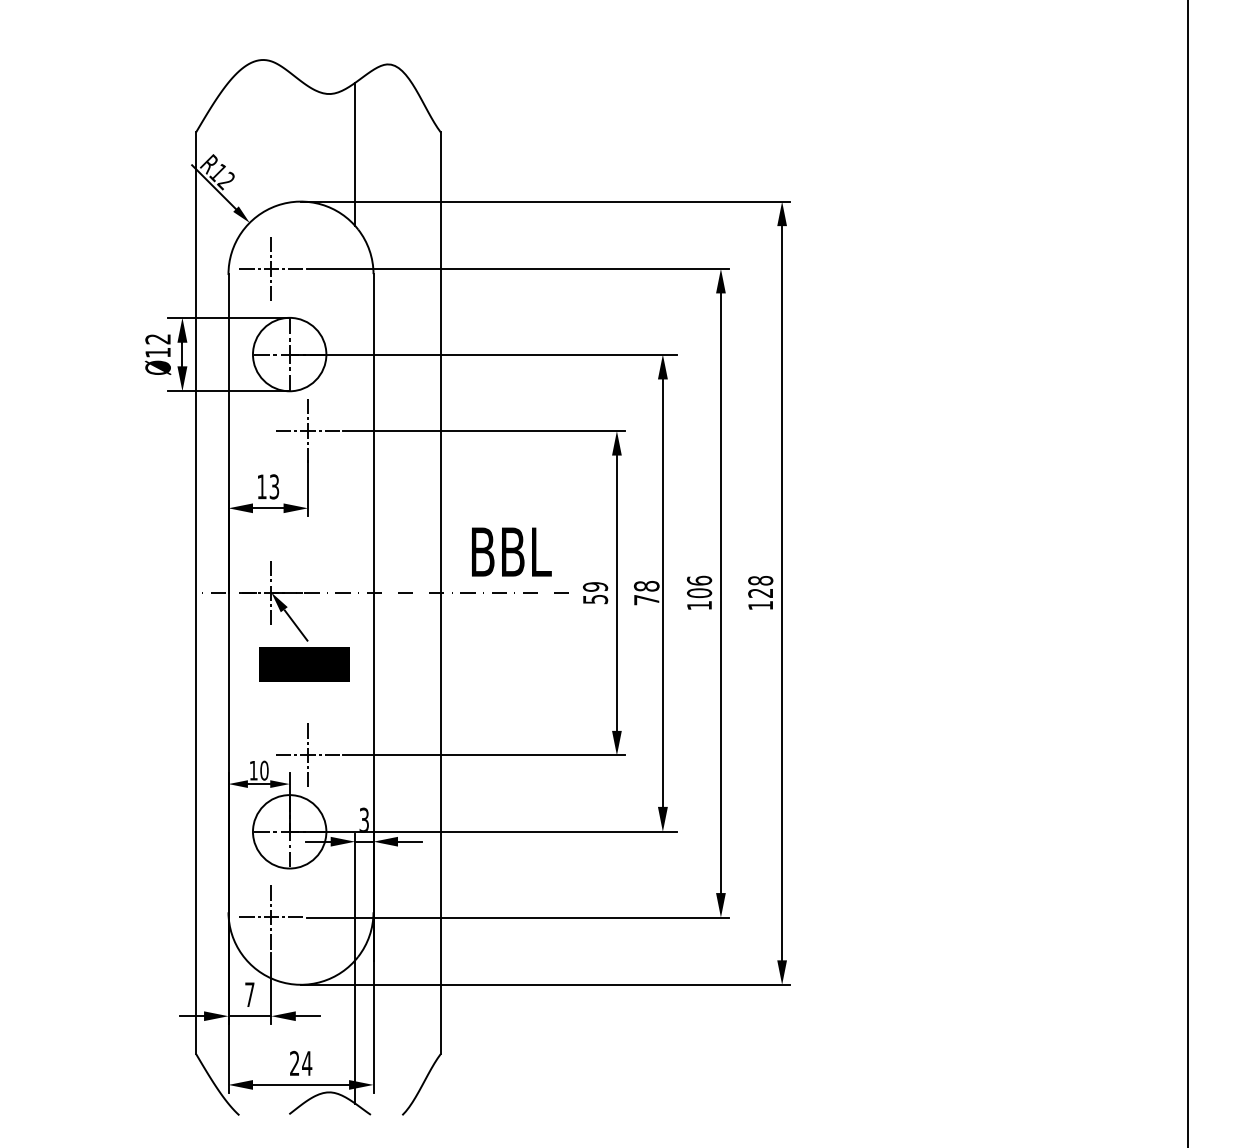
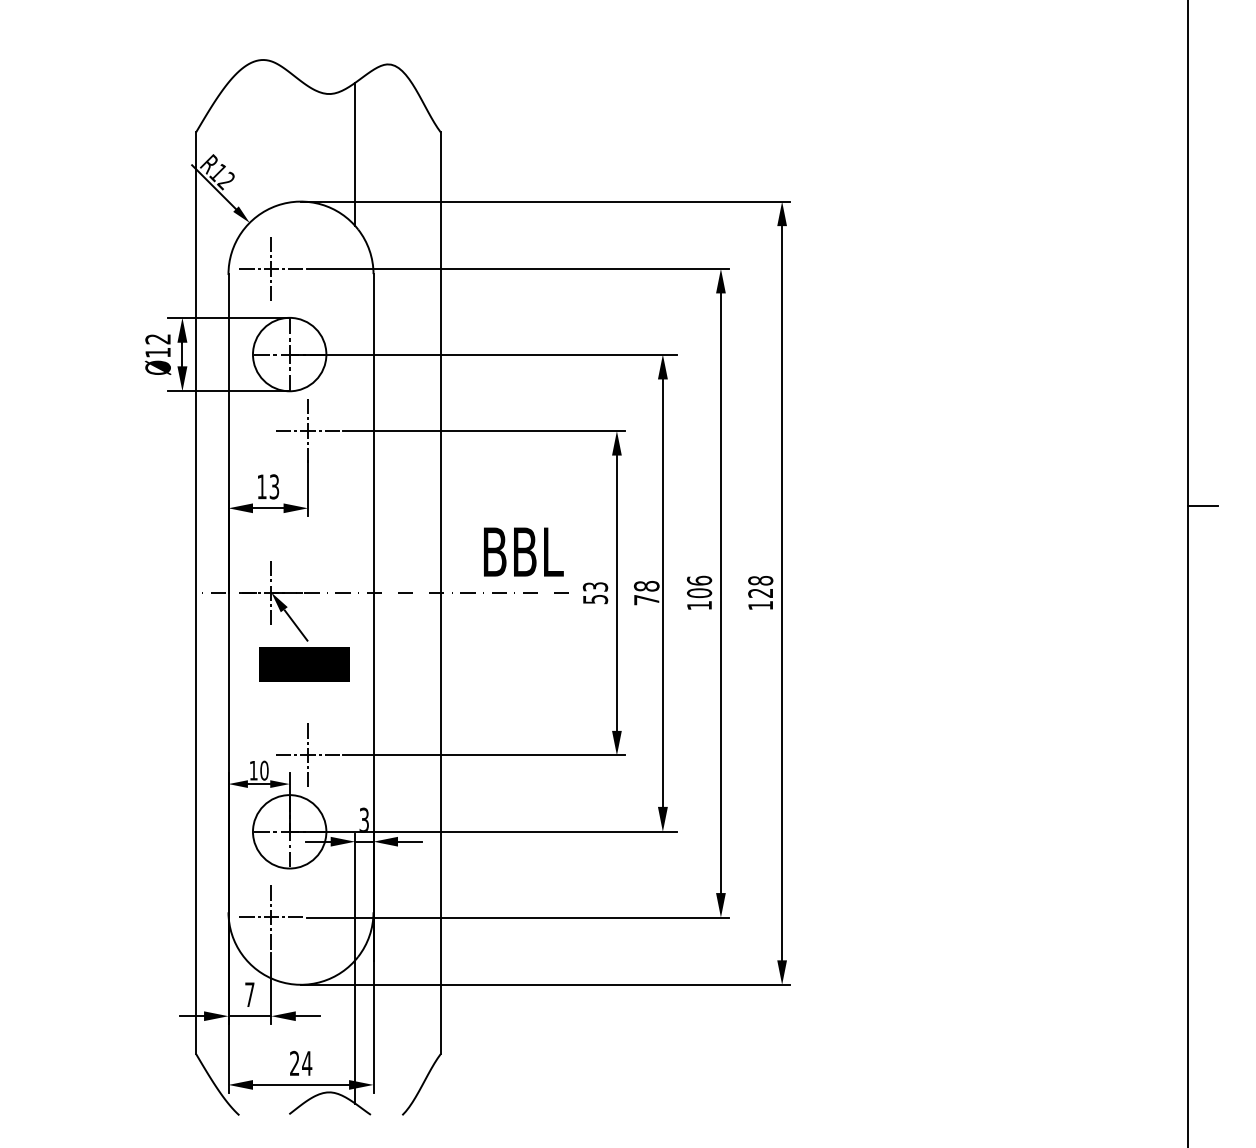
line at (1202, 506): none -> present
text at (511, 551) position: (511, 551) -> (523, 551)
text at (595, 586): 59 -> 53
